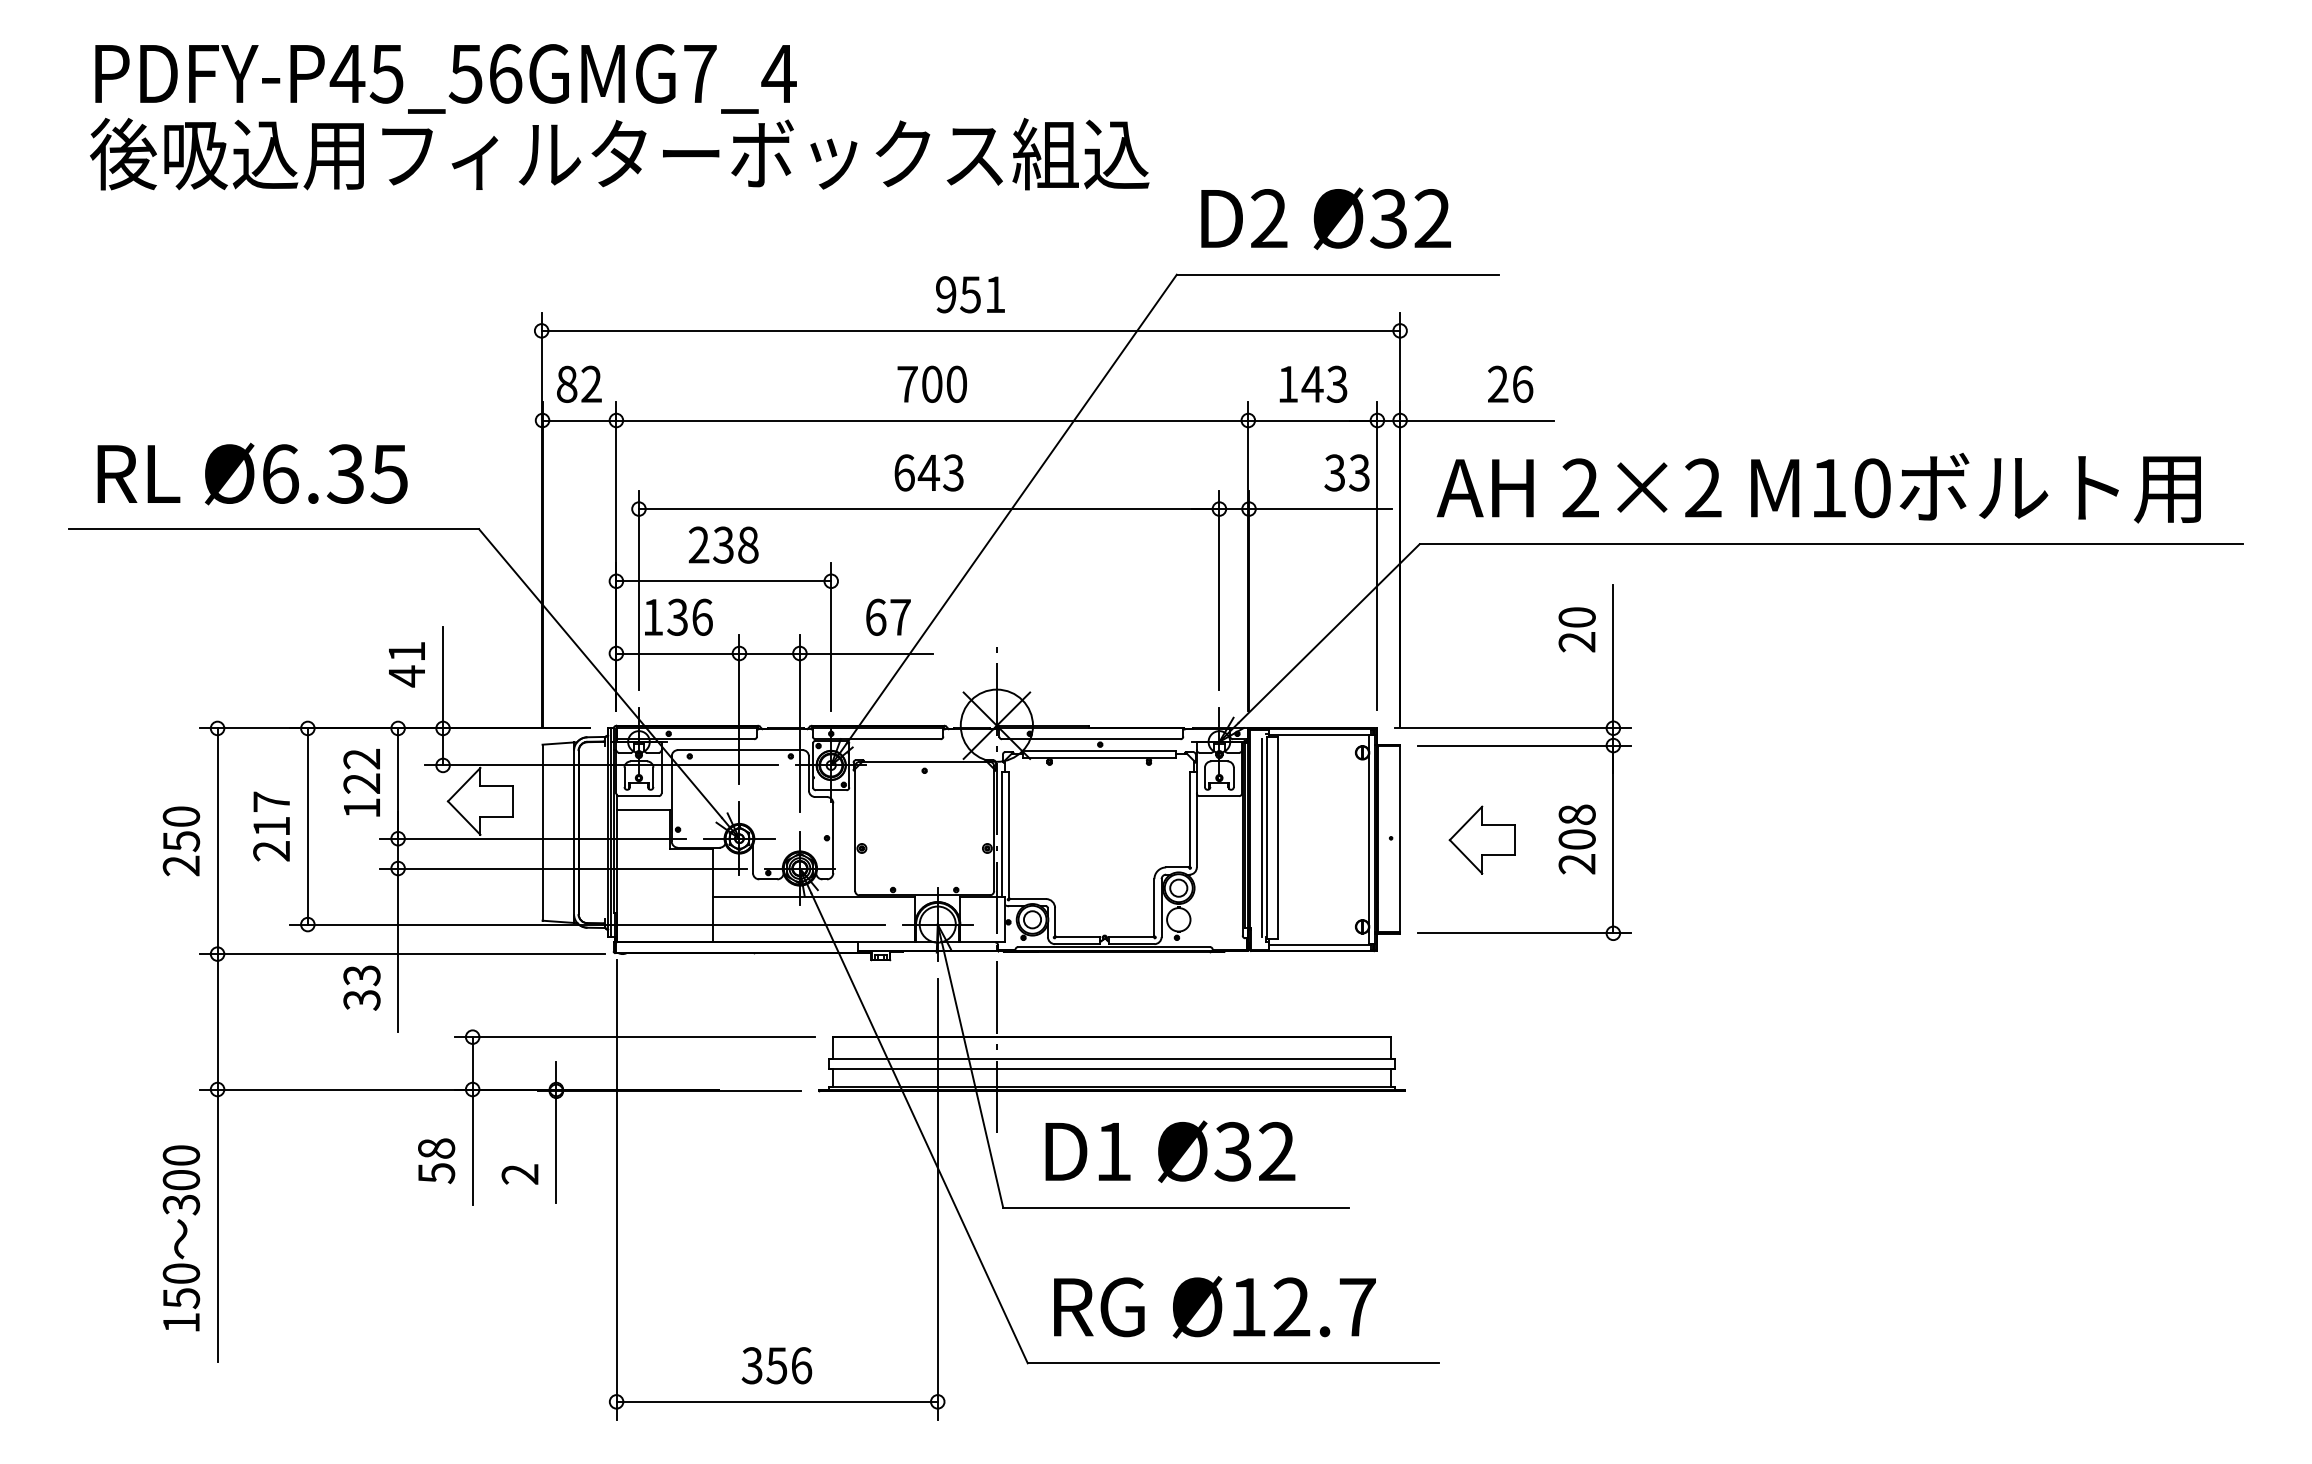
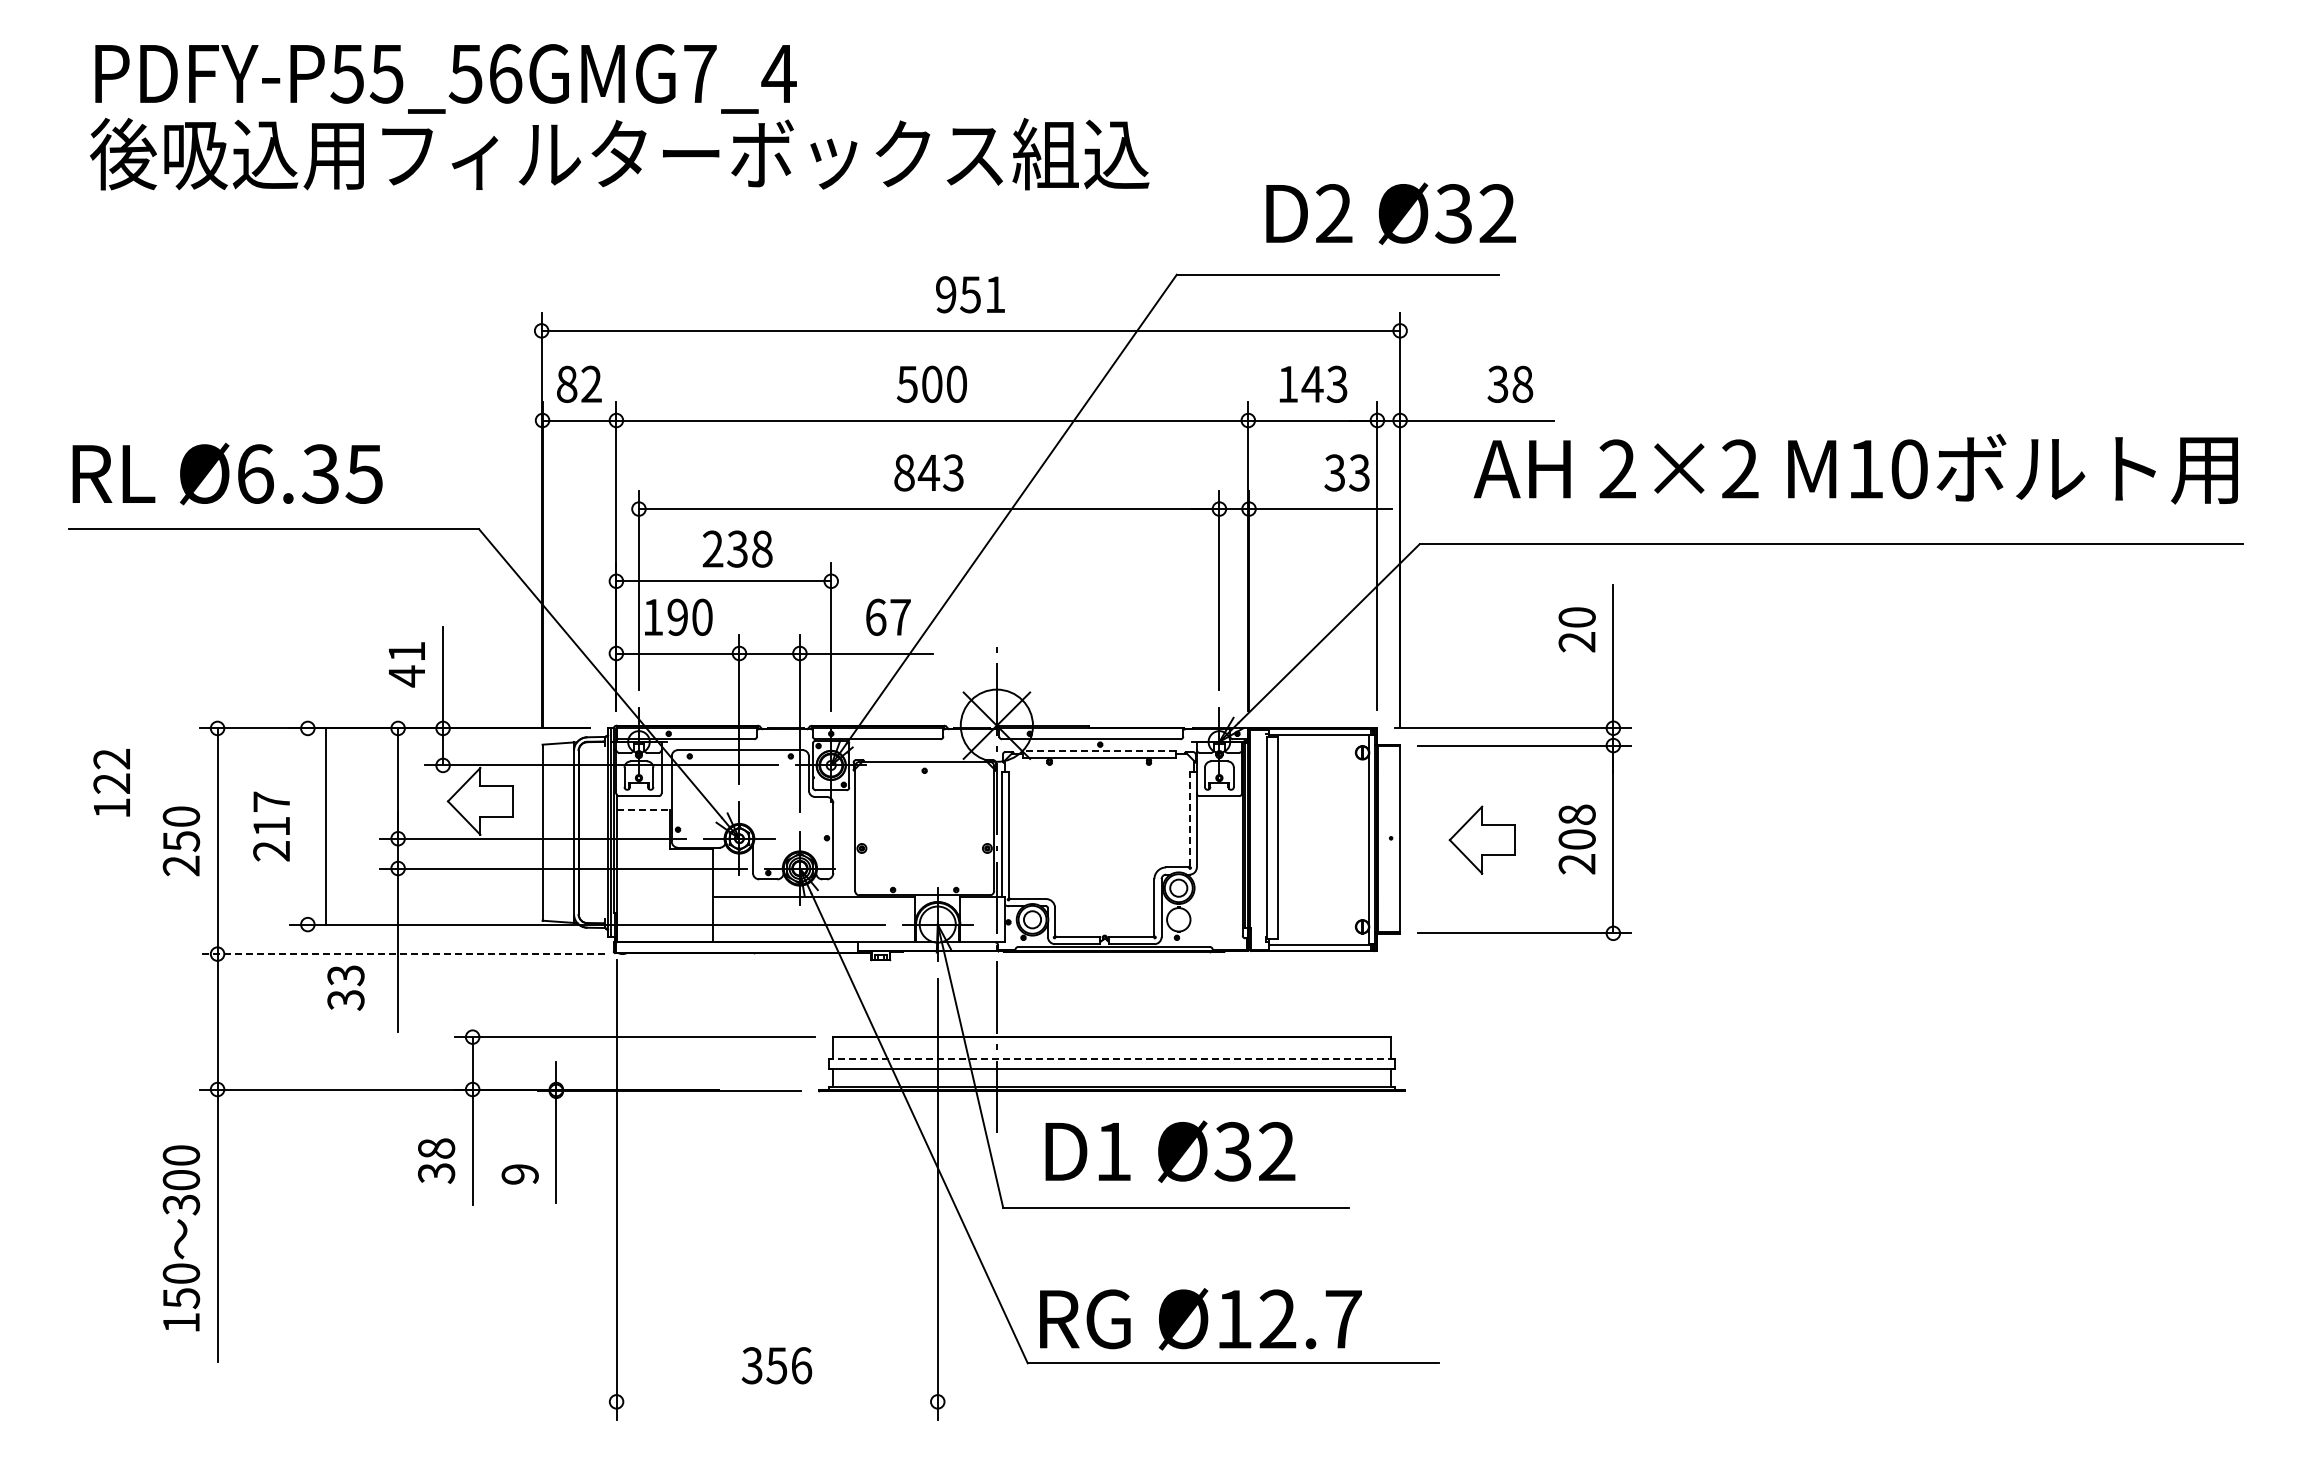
text at (347, 74): PDFY-P45_56GMG7_4 -> PDFY-P55_56GMG7_4
text at (1325, 218) position: (1325, 218) -> (1390, 213)
text at (1510, 383): 26 -> 38
text at (906, 384): 700 -> 500
text at (904, 472): 643 -> 843
text at (252, 473) position: (252, 473) -> (227, 473)
text at (1818, 488) position: (1818, 488) -> (1855, 469)
text at (723, 544) position: (723, 544) -> (737, 548)
text at (689, 616): 136 -> 190
line at (1099, 751): solid -> dashed
text at (361, 782) position: (361, 782) -> (111, 782)
line at (643, 809): solid -> dashed
line at (1189, 818): solid -> dashed
line at (307, 826) position: (307, 826) -> (325, 826)
line at (1262, 837): present -> none
line at (402, 954): solid -> dashed
text at (361, 987) position: (361, 987) -> (345, 987)
line at (1111, 1059): solid -> dashed
text at (436, 1173): 58 -> 38
text at (520, 1174): 2 -> 9
text at (1214, 1307) position: (1214, 1307) -> (1200, 1319)
line at (776, 1401): present -> none
